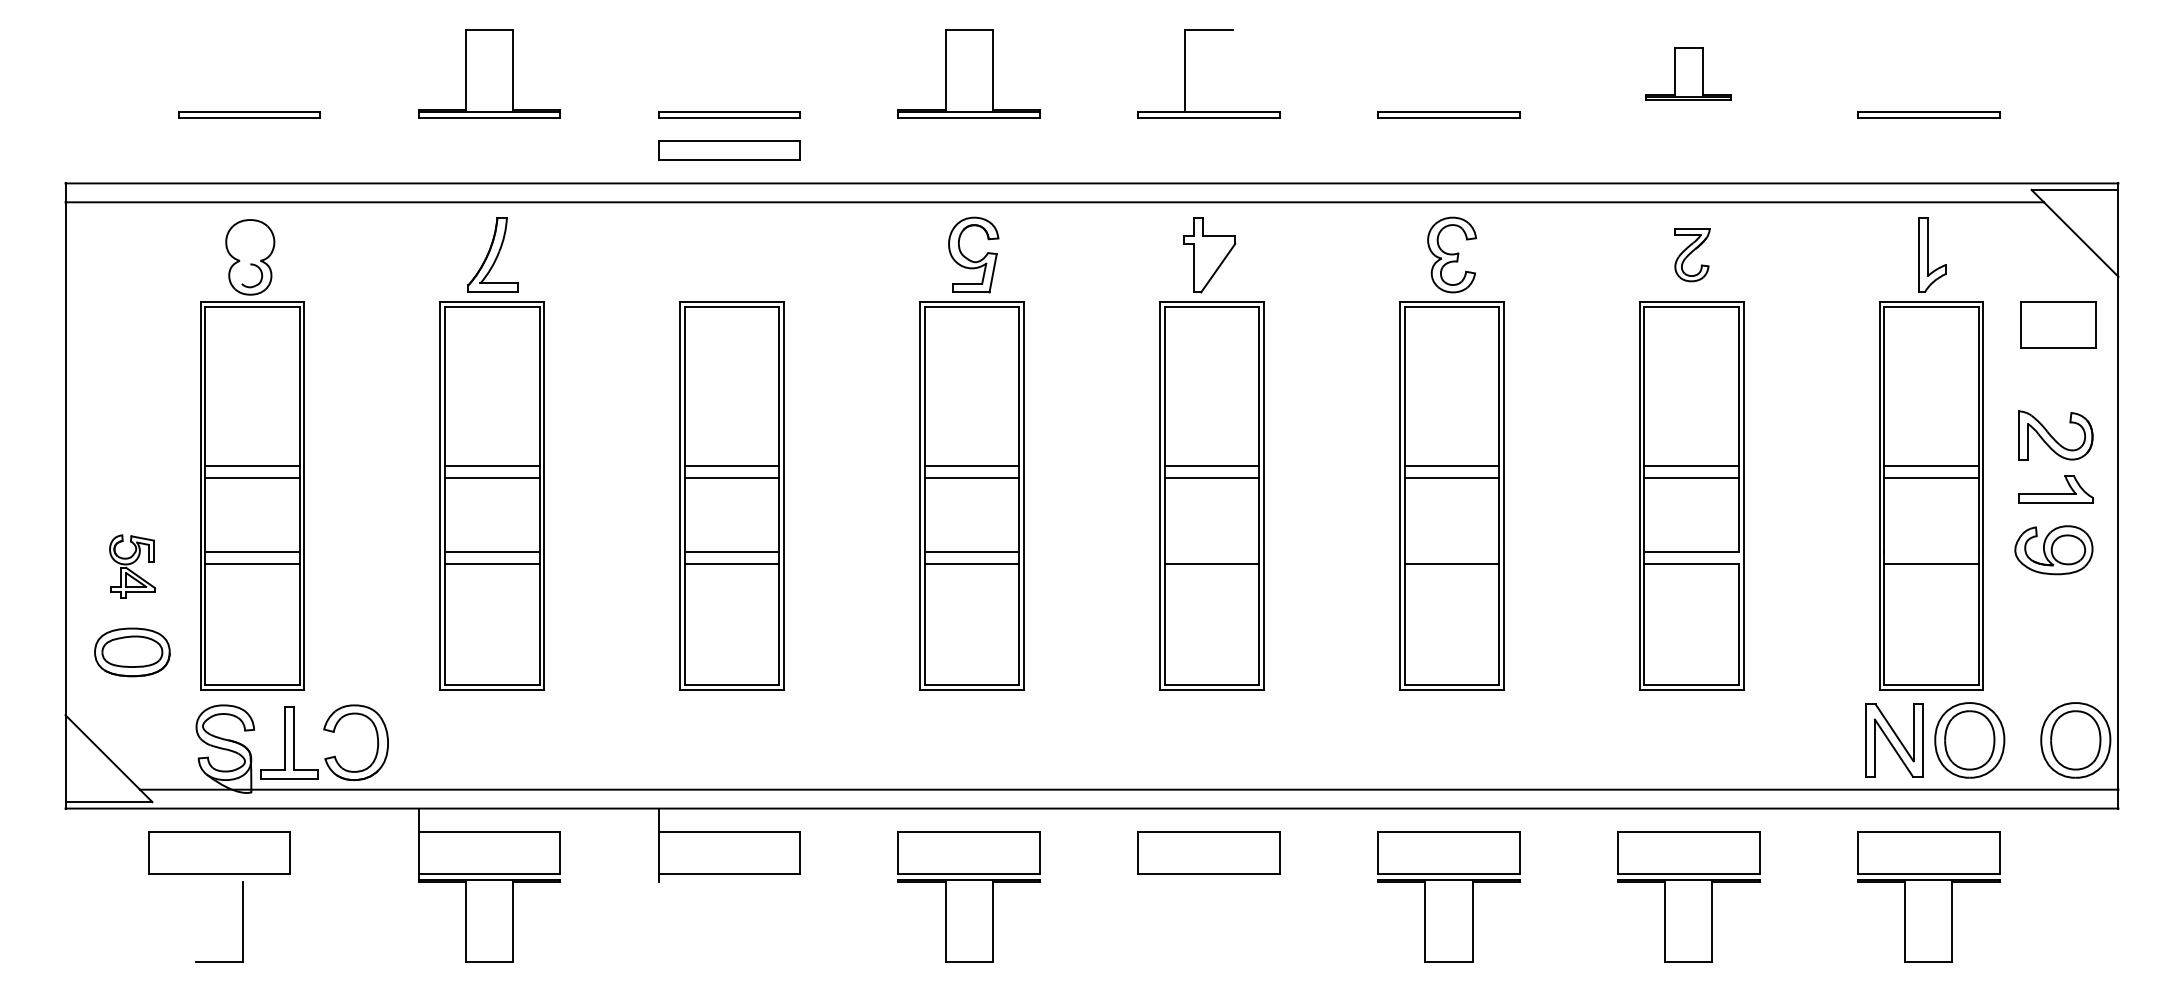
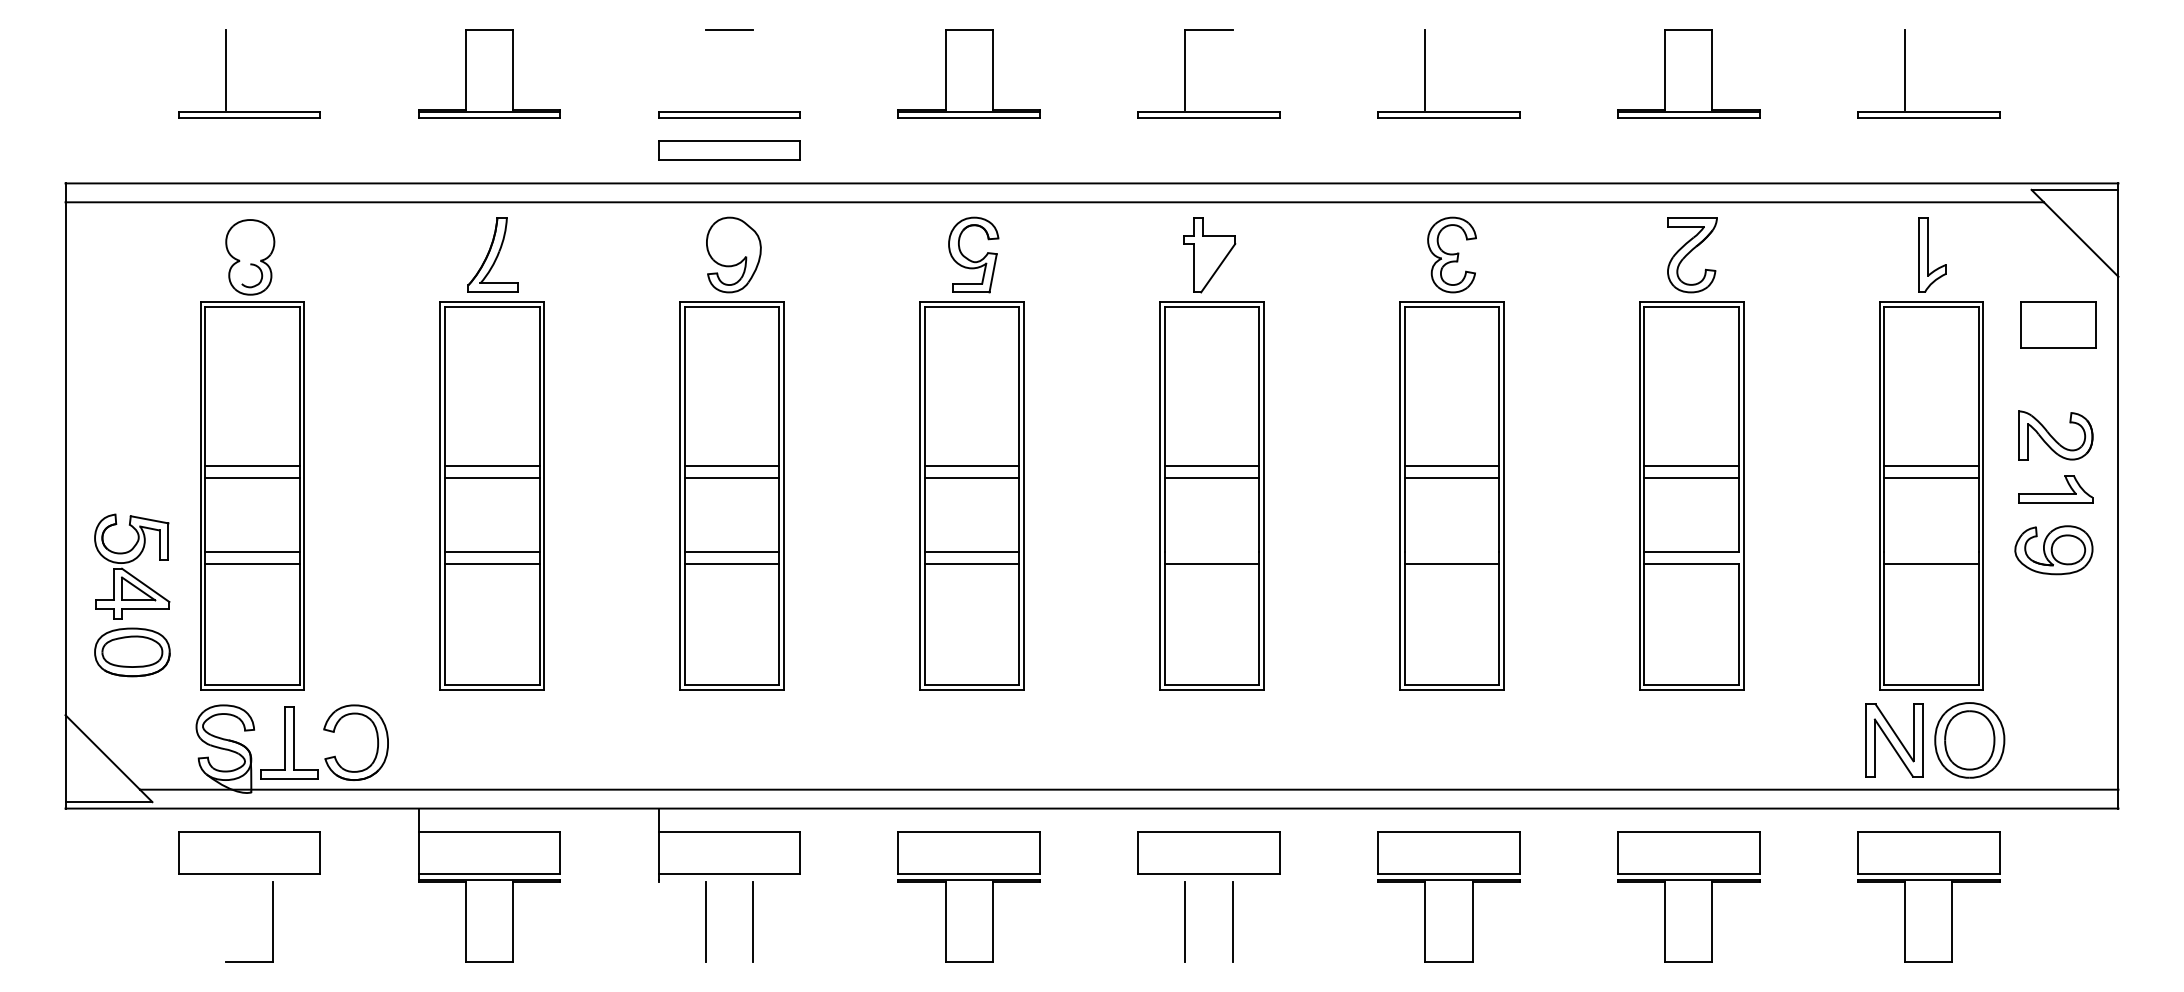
line at (728, 29): none -> present
line at (226, 69): none -> present
line at (1425, 69): none -> present
line at (1905, 69): none -> present
part at (1688, 73) size: 87x54 px -> 144x90 px
part at (733, 254): none -> present
part at (1692, 255) size: 37x55 px -> 51x77 px
part at (132, 566) size: 47x65 px -> 77x107 px
part at (2075, 740): present -> none
part at (219, 874) position: (219, 874) -> (249, 874)
line at (705, 922): none -> present
line at (752, 922): none -> present
line at (1185, 922): none -> present
line at (1232, 922): none -> present
